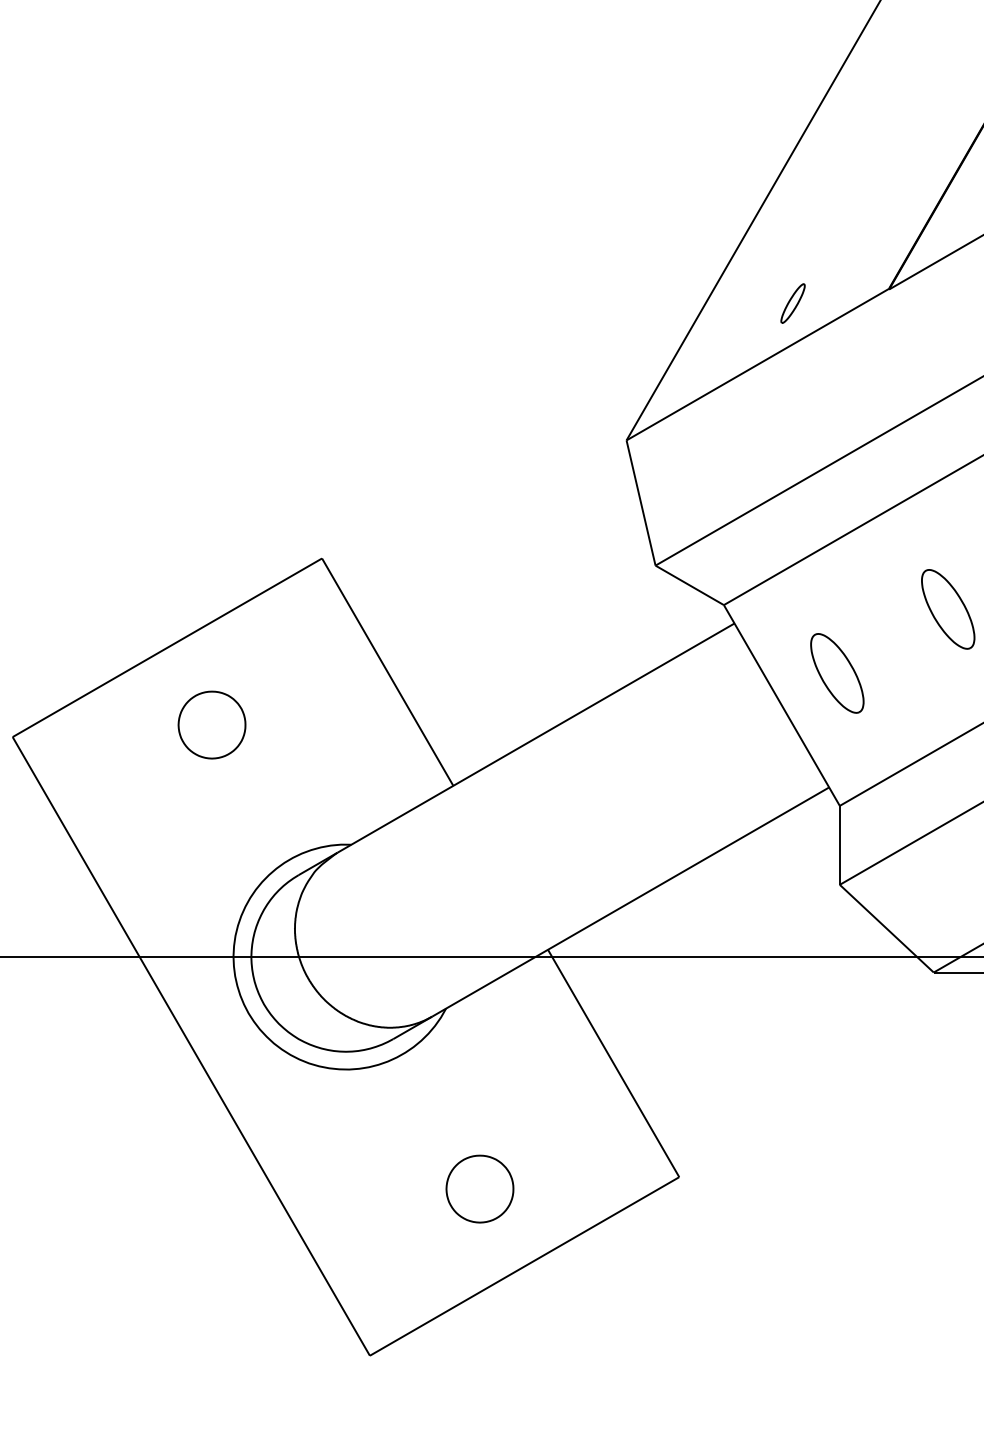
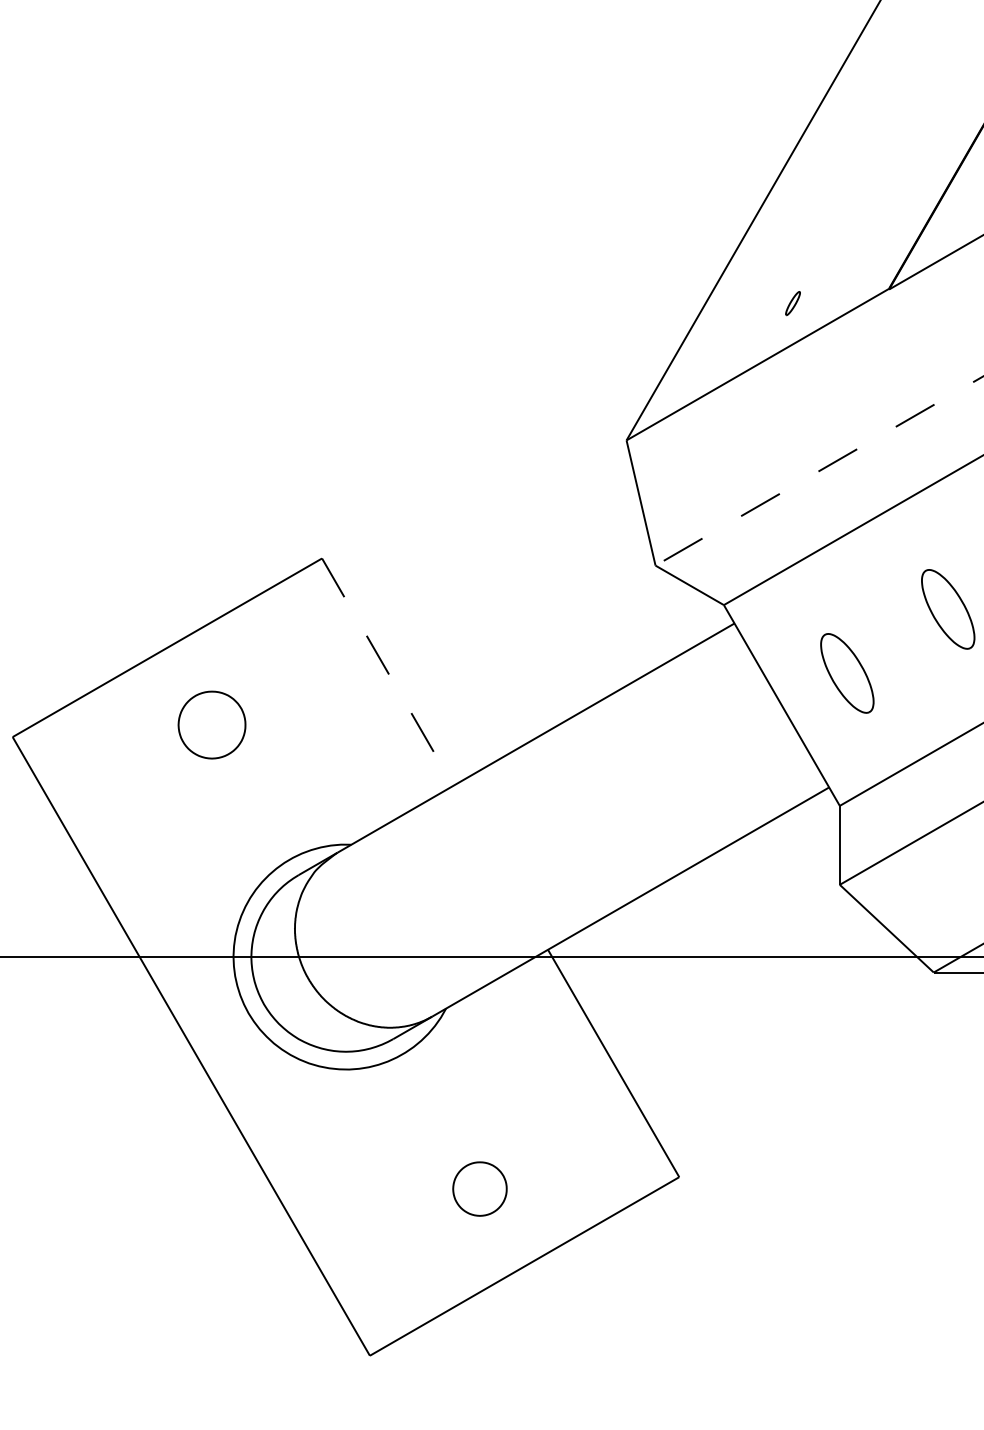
part at (792, 303) size: 26x41 px -> 16x26 px
line at (819, 471): solid -> dashed
line at (387, 672): solid -> dashed
part at (837, 673) position: (837, 673) -> (847, 673)
part at (479, 1188) size: 70x70 px -> 56x56 px
